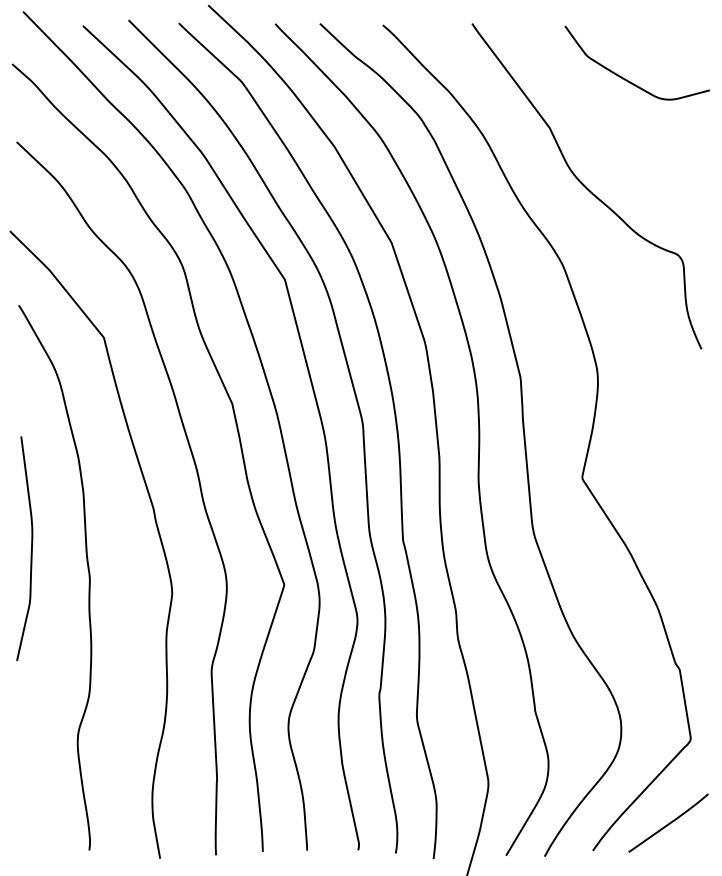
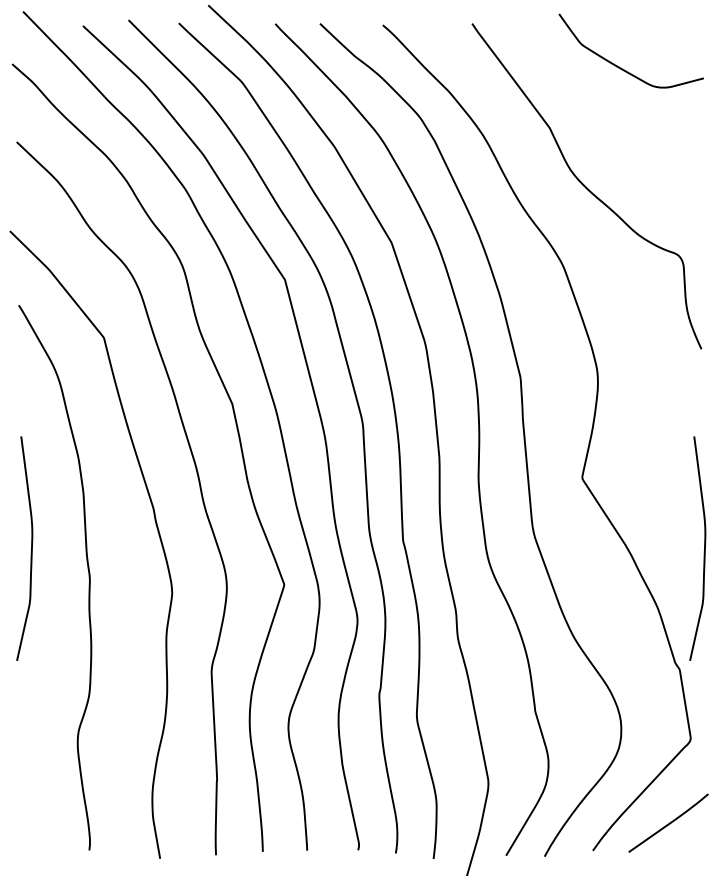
curve at (627, 79) position: (627, 79) -> (621, 67)
curve at (704, 548): none -> present
